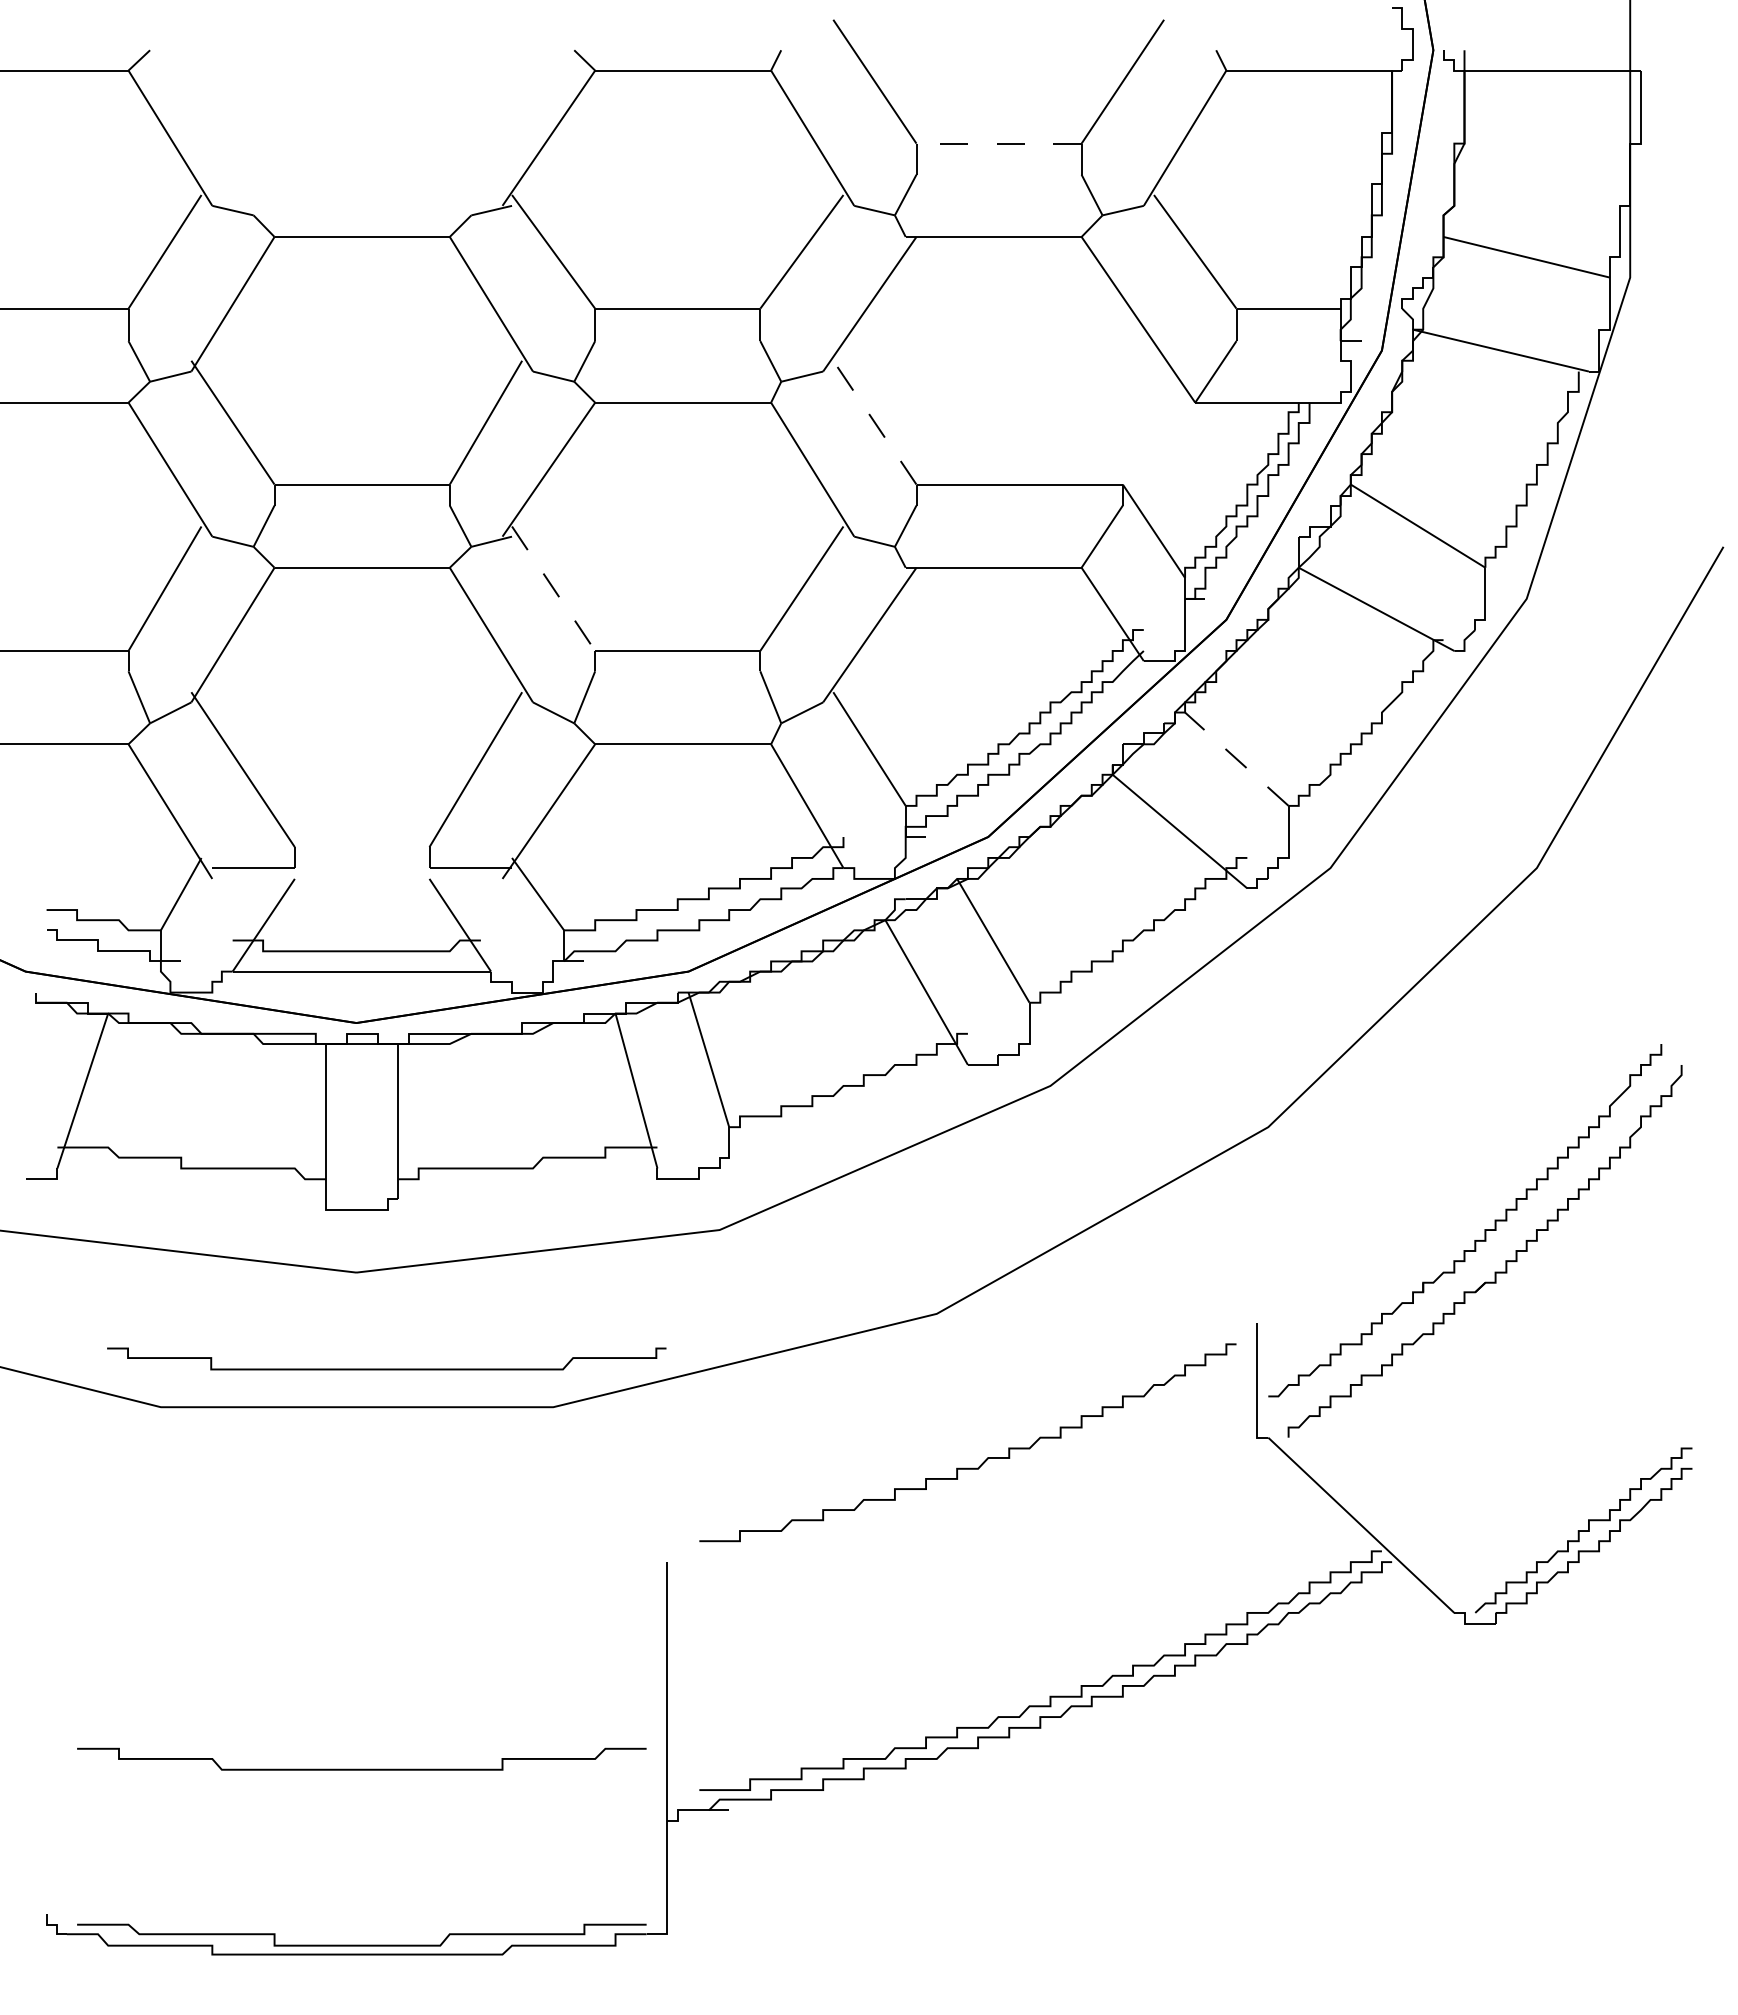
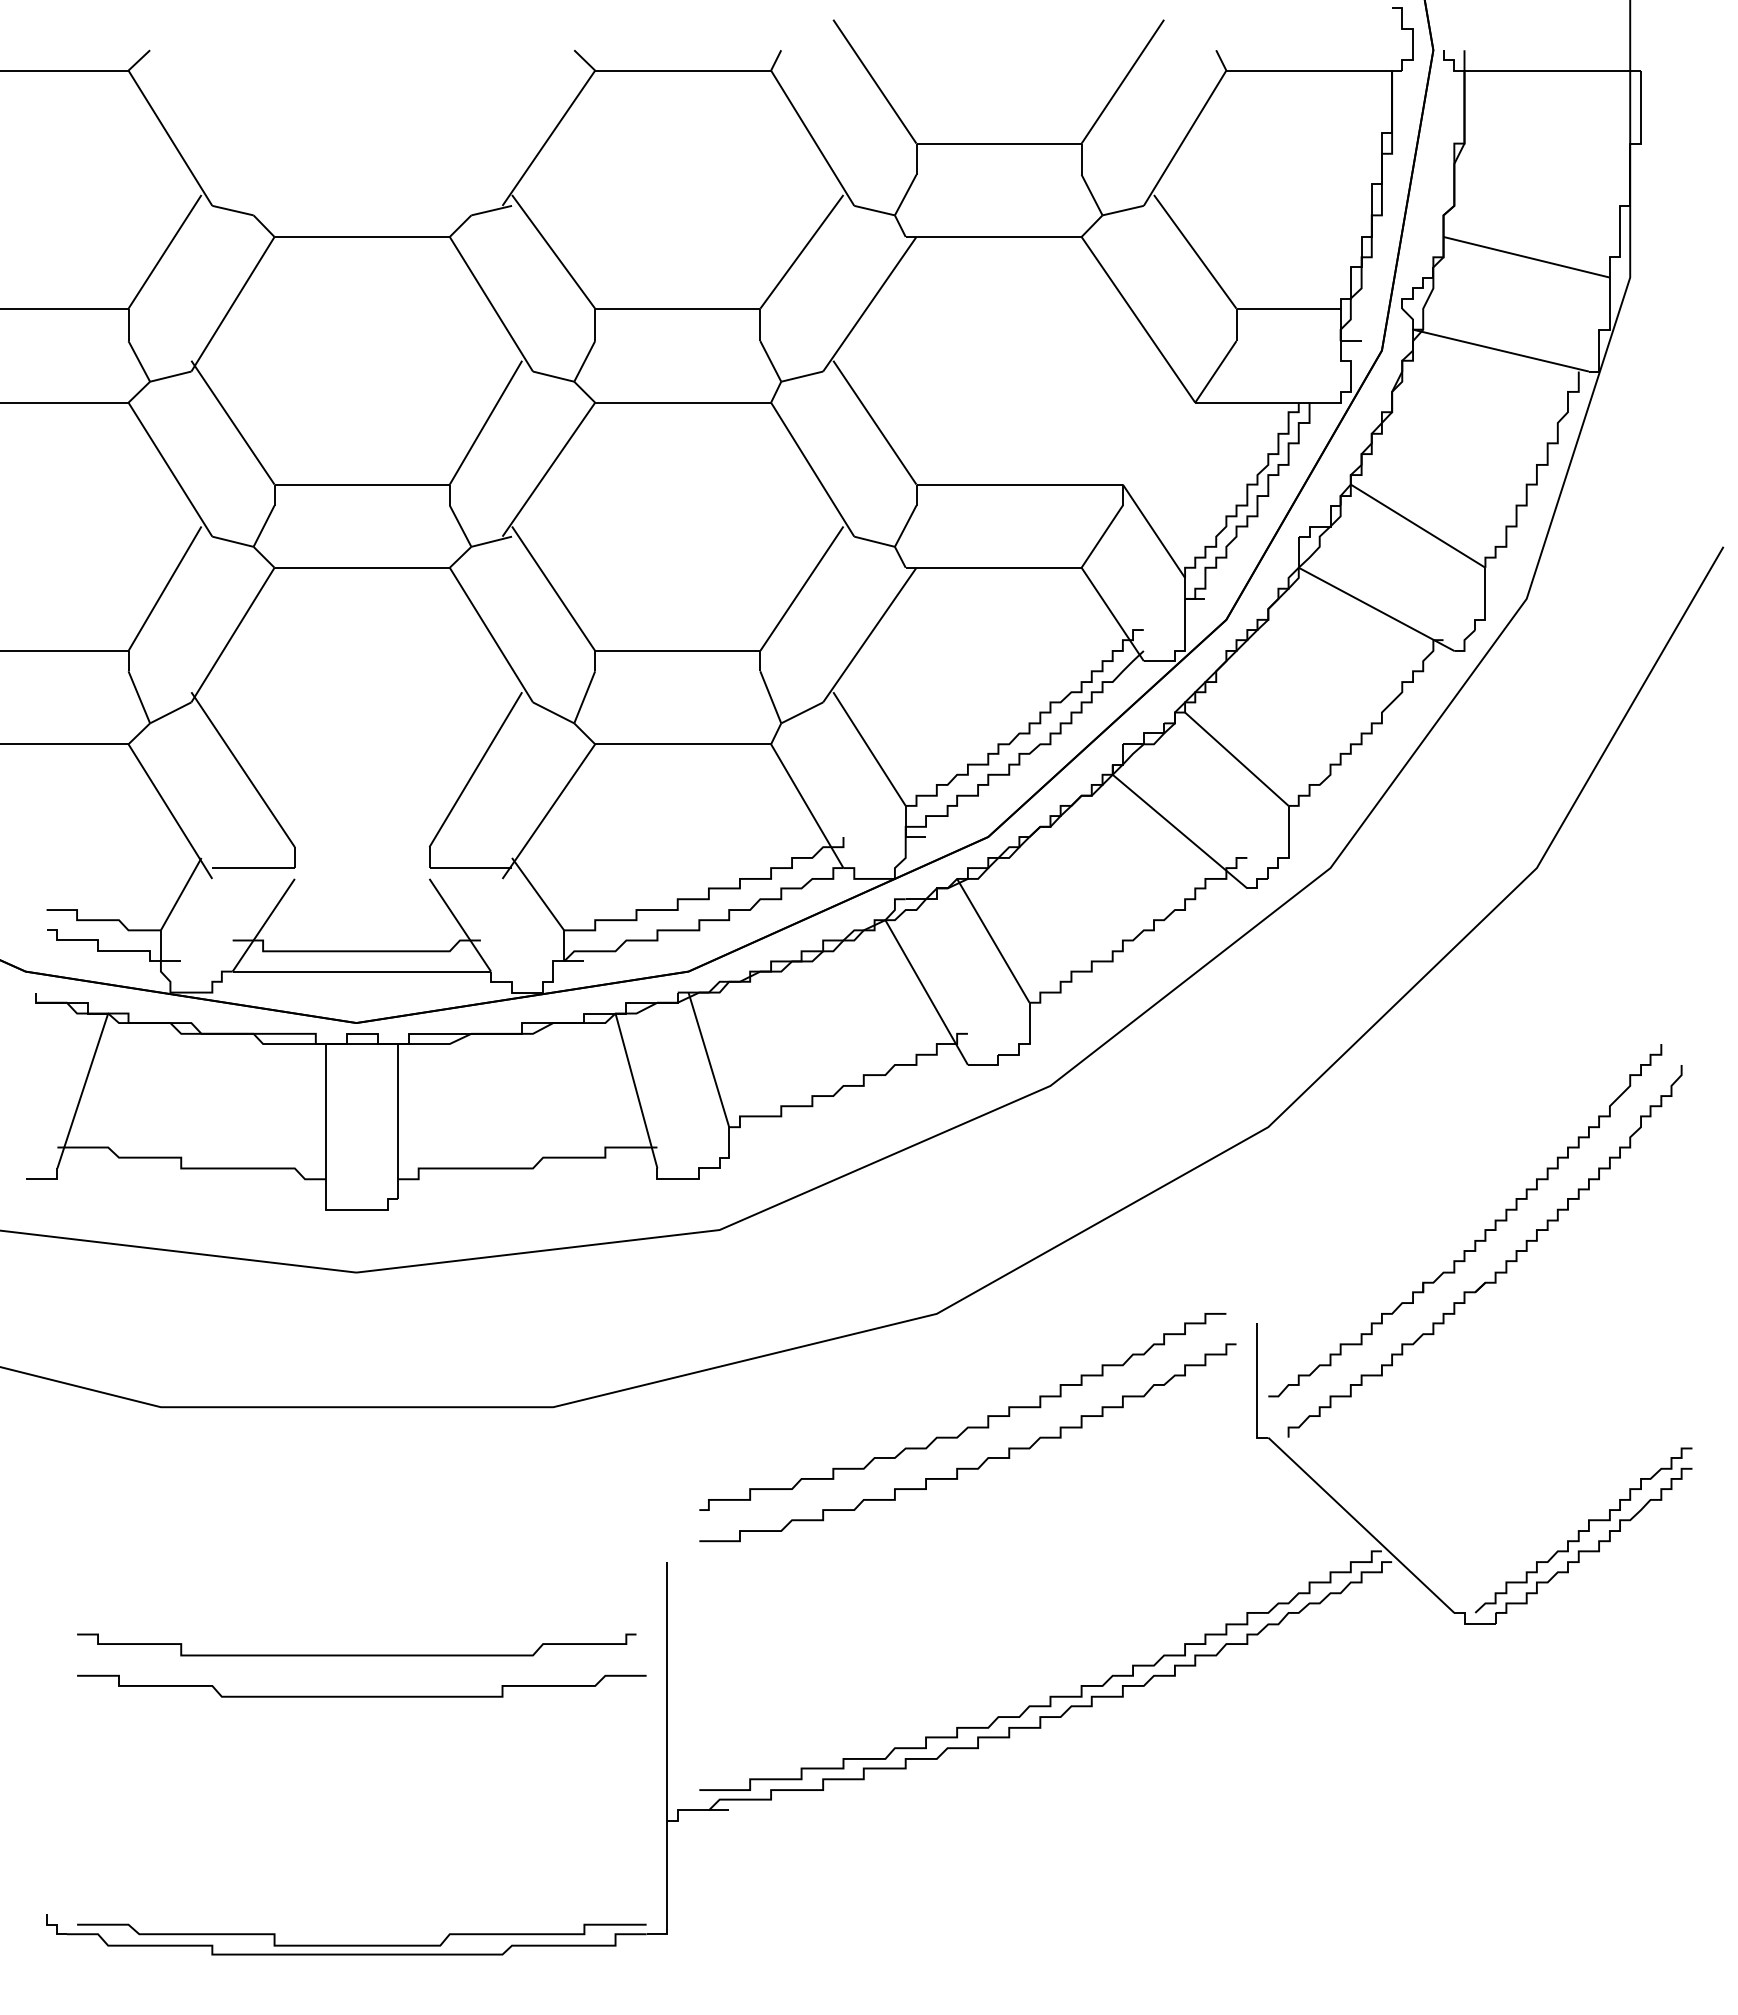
line at (999, 143): dashed -> solid
line at (874, 422): dashed -> solid
line at (553, 588): dashed -> solid
line at (1236, 759): dashed -> solid
curve at (386, 1368) position: (386, 1368) -> (356, 1654)
curve at (967, 1426): none -> present
curve at (361, 1768) position: (361, 1768) -> (361, 1695)
